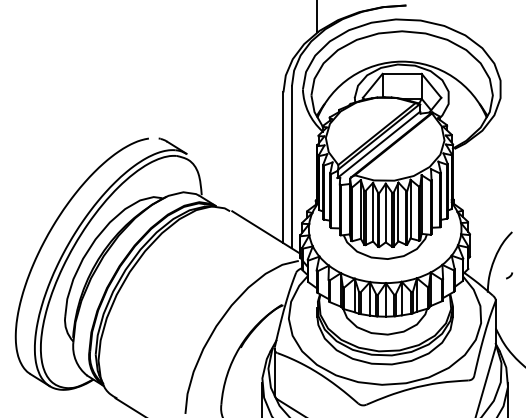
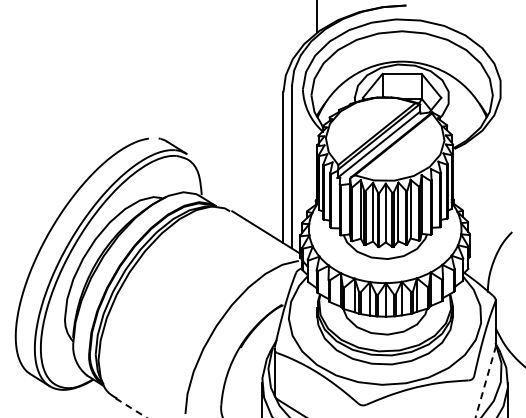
curve at (509, 275): present -> none
line at (485, 382): solid -> dashed
line at (131, 408): solid -> dashed
